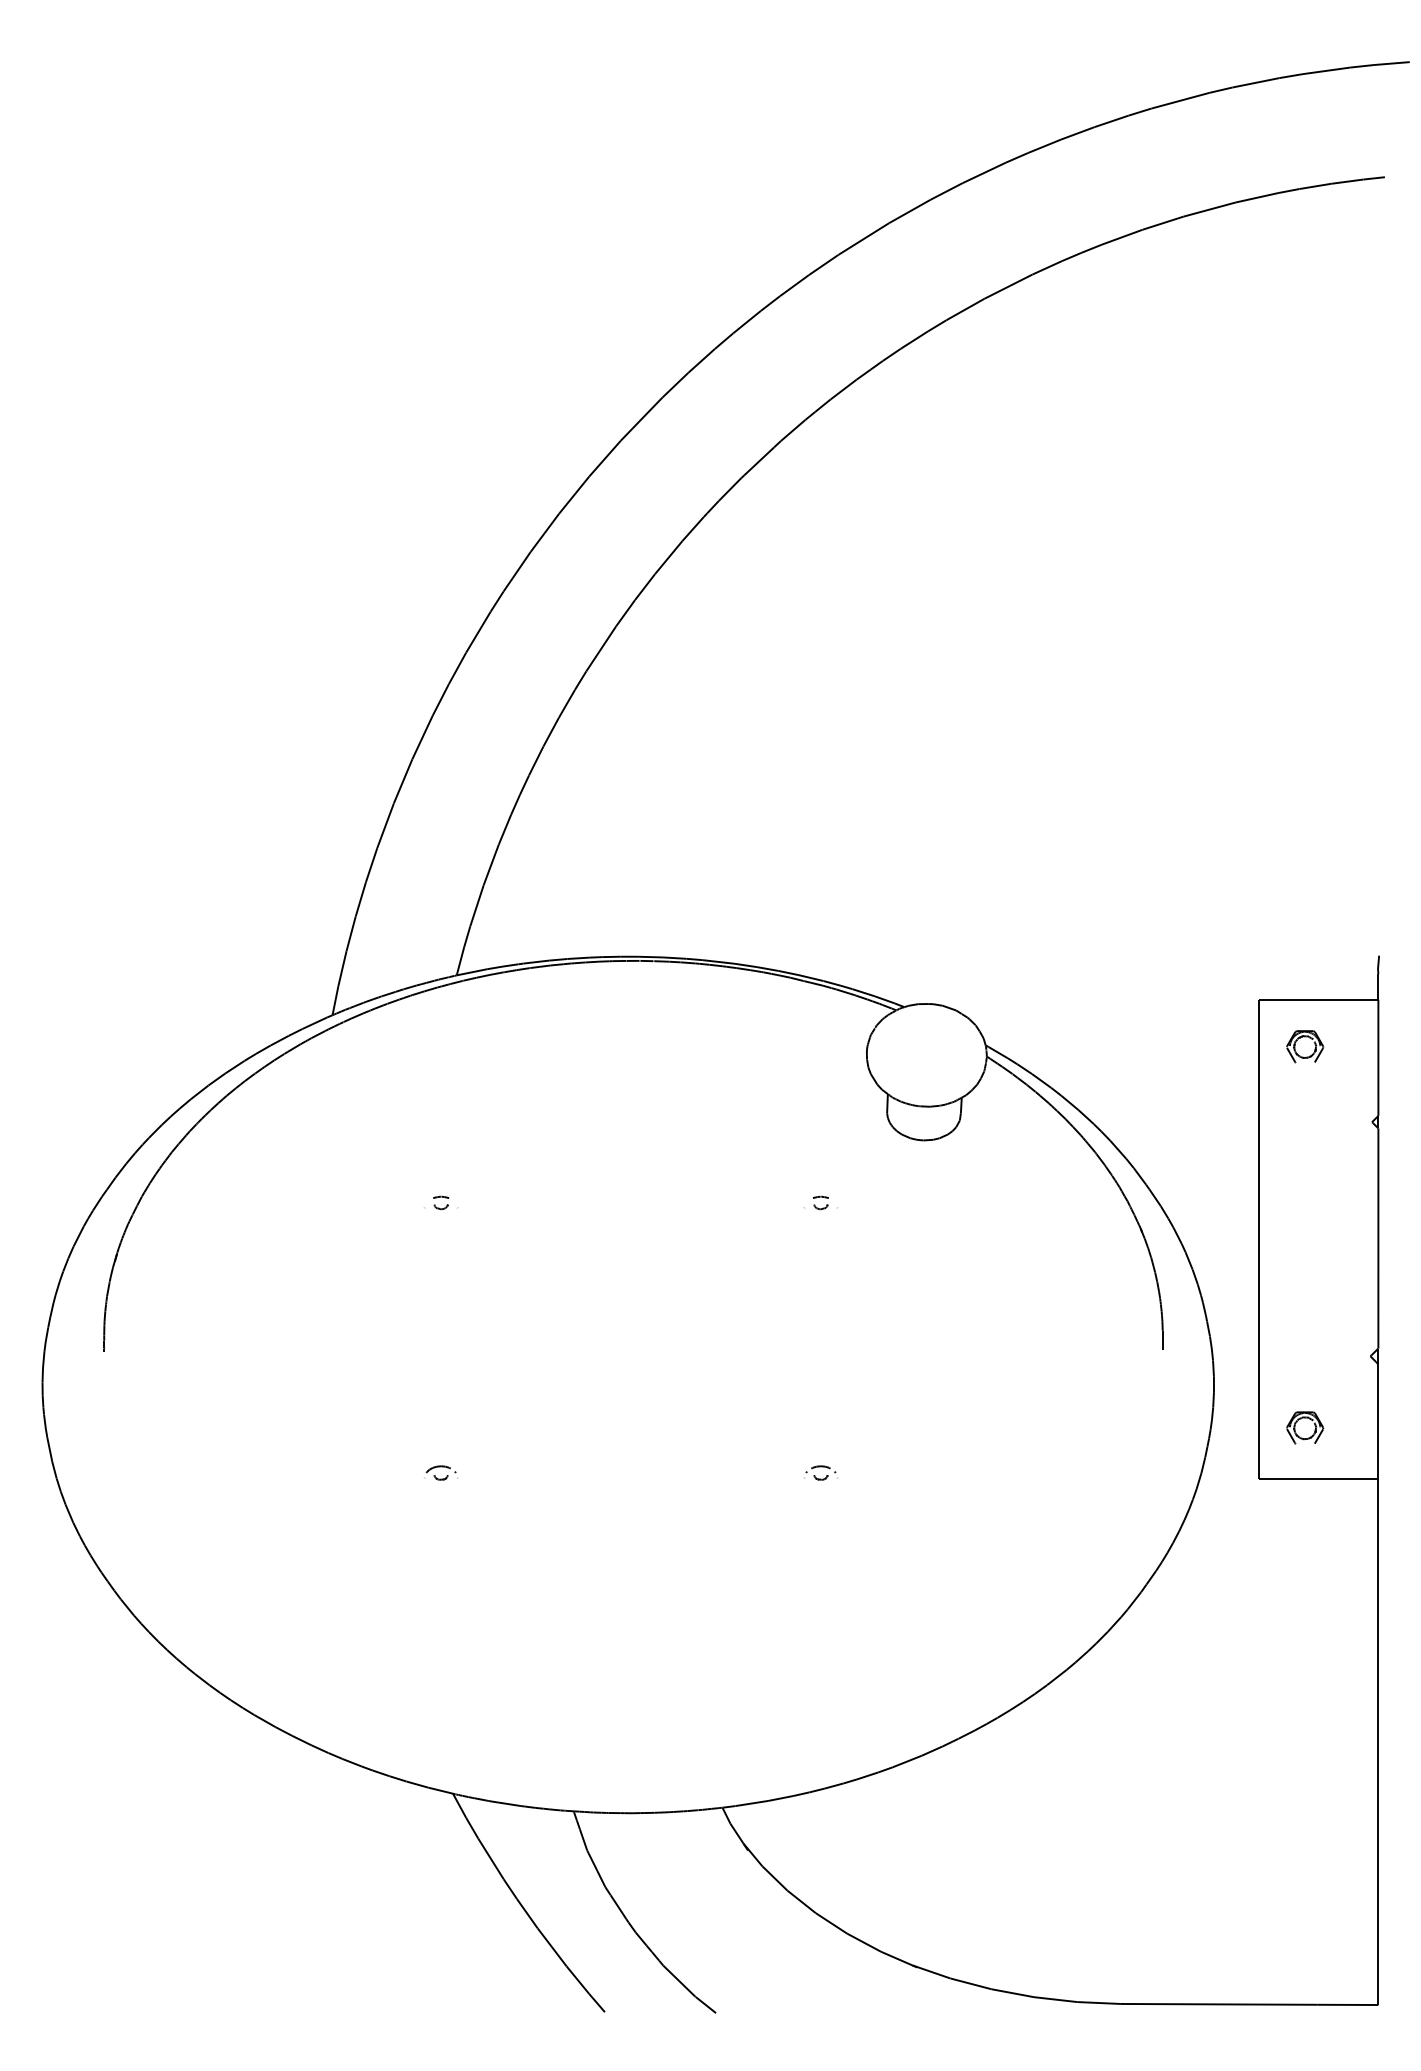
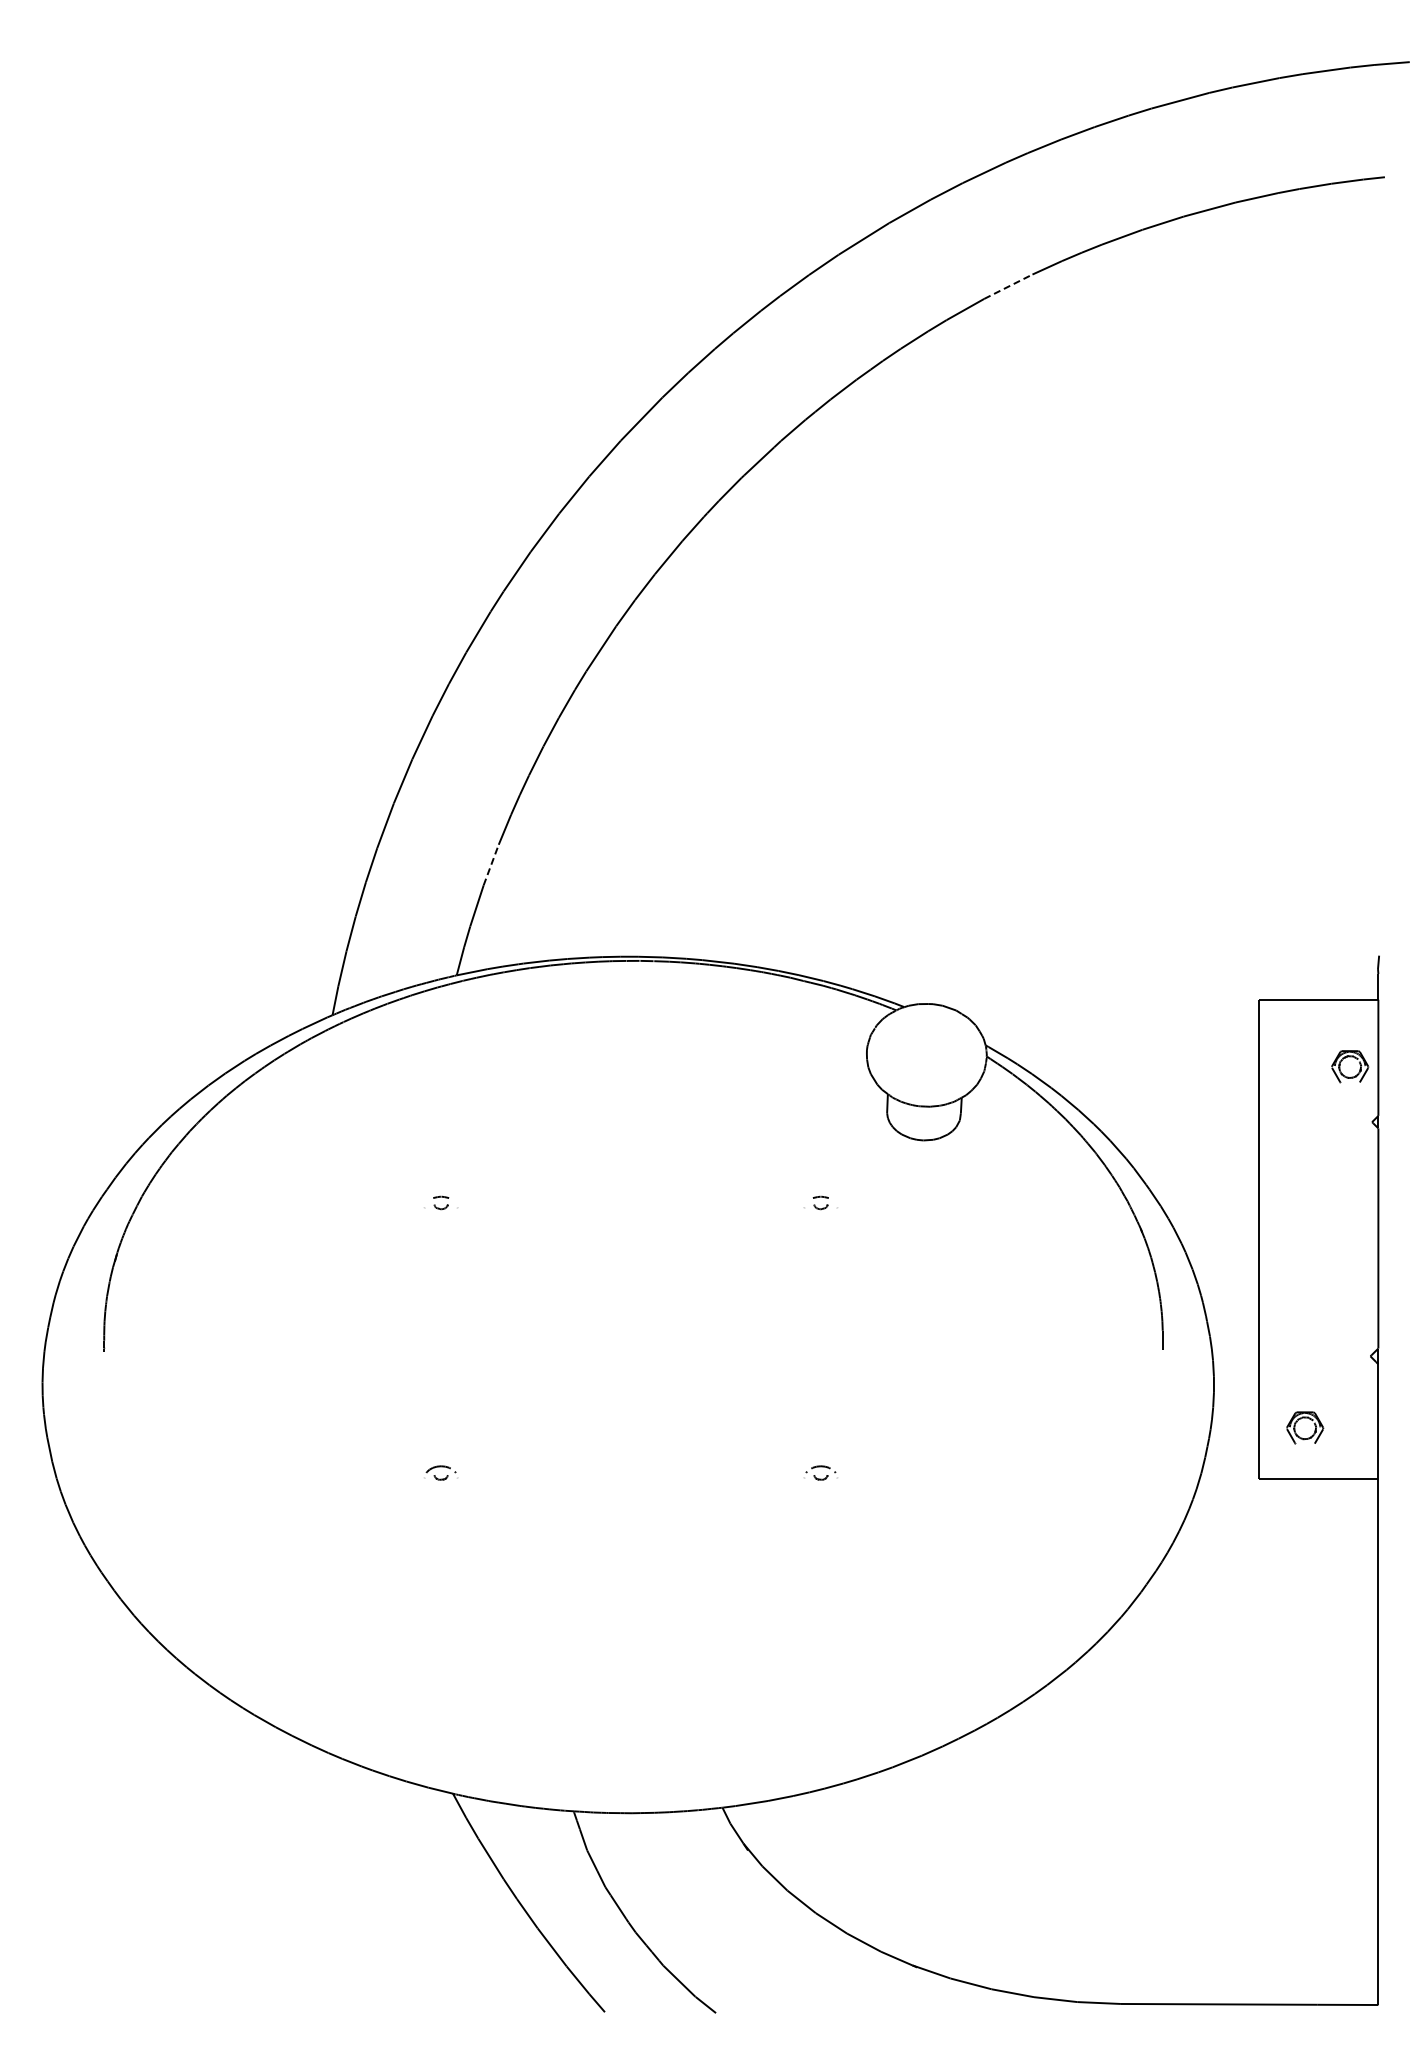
line at (1008, 286): solid -> dashed
line at (491, 865): solid -> dashed
part at (1309, 1038) position: (1309, 1038) -> (1354, 1058)
